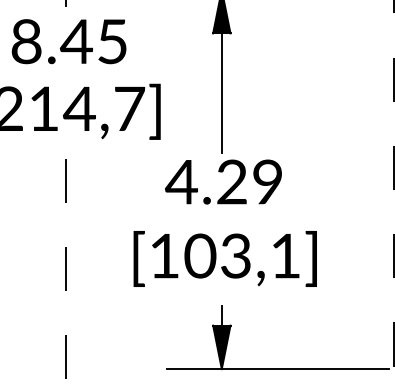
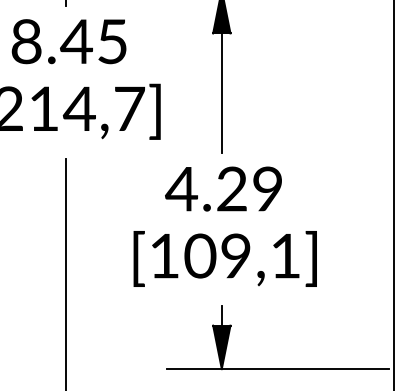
text at (223, 181) position: (223, 181) -> (223, 188)
line at (394, 195): dashed -> solid
text at (235, 255): [103,1] -> [109,1]
line at (65, 274): dashed -> solid
